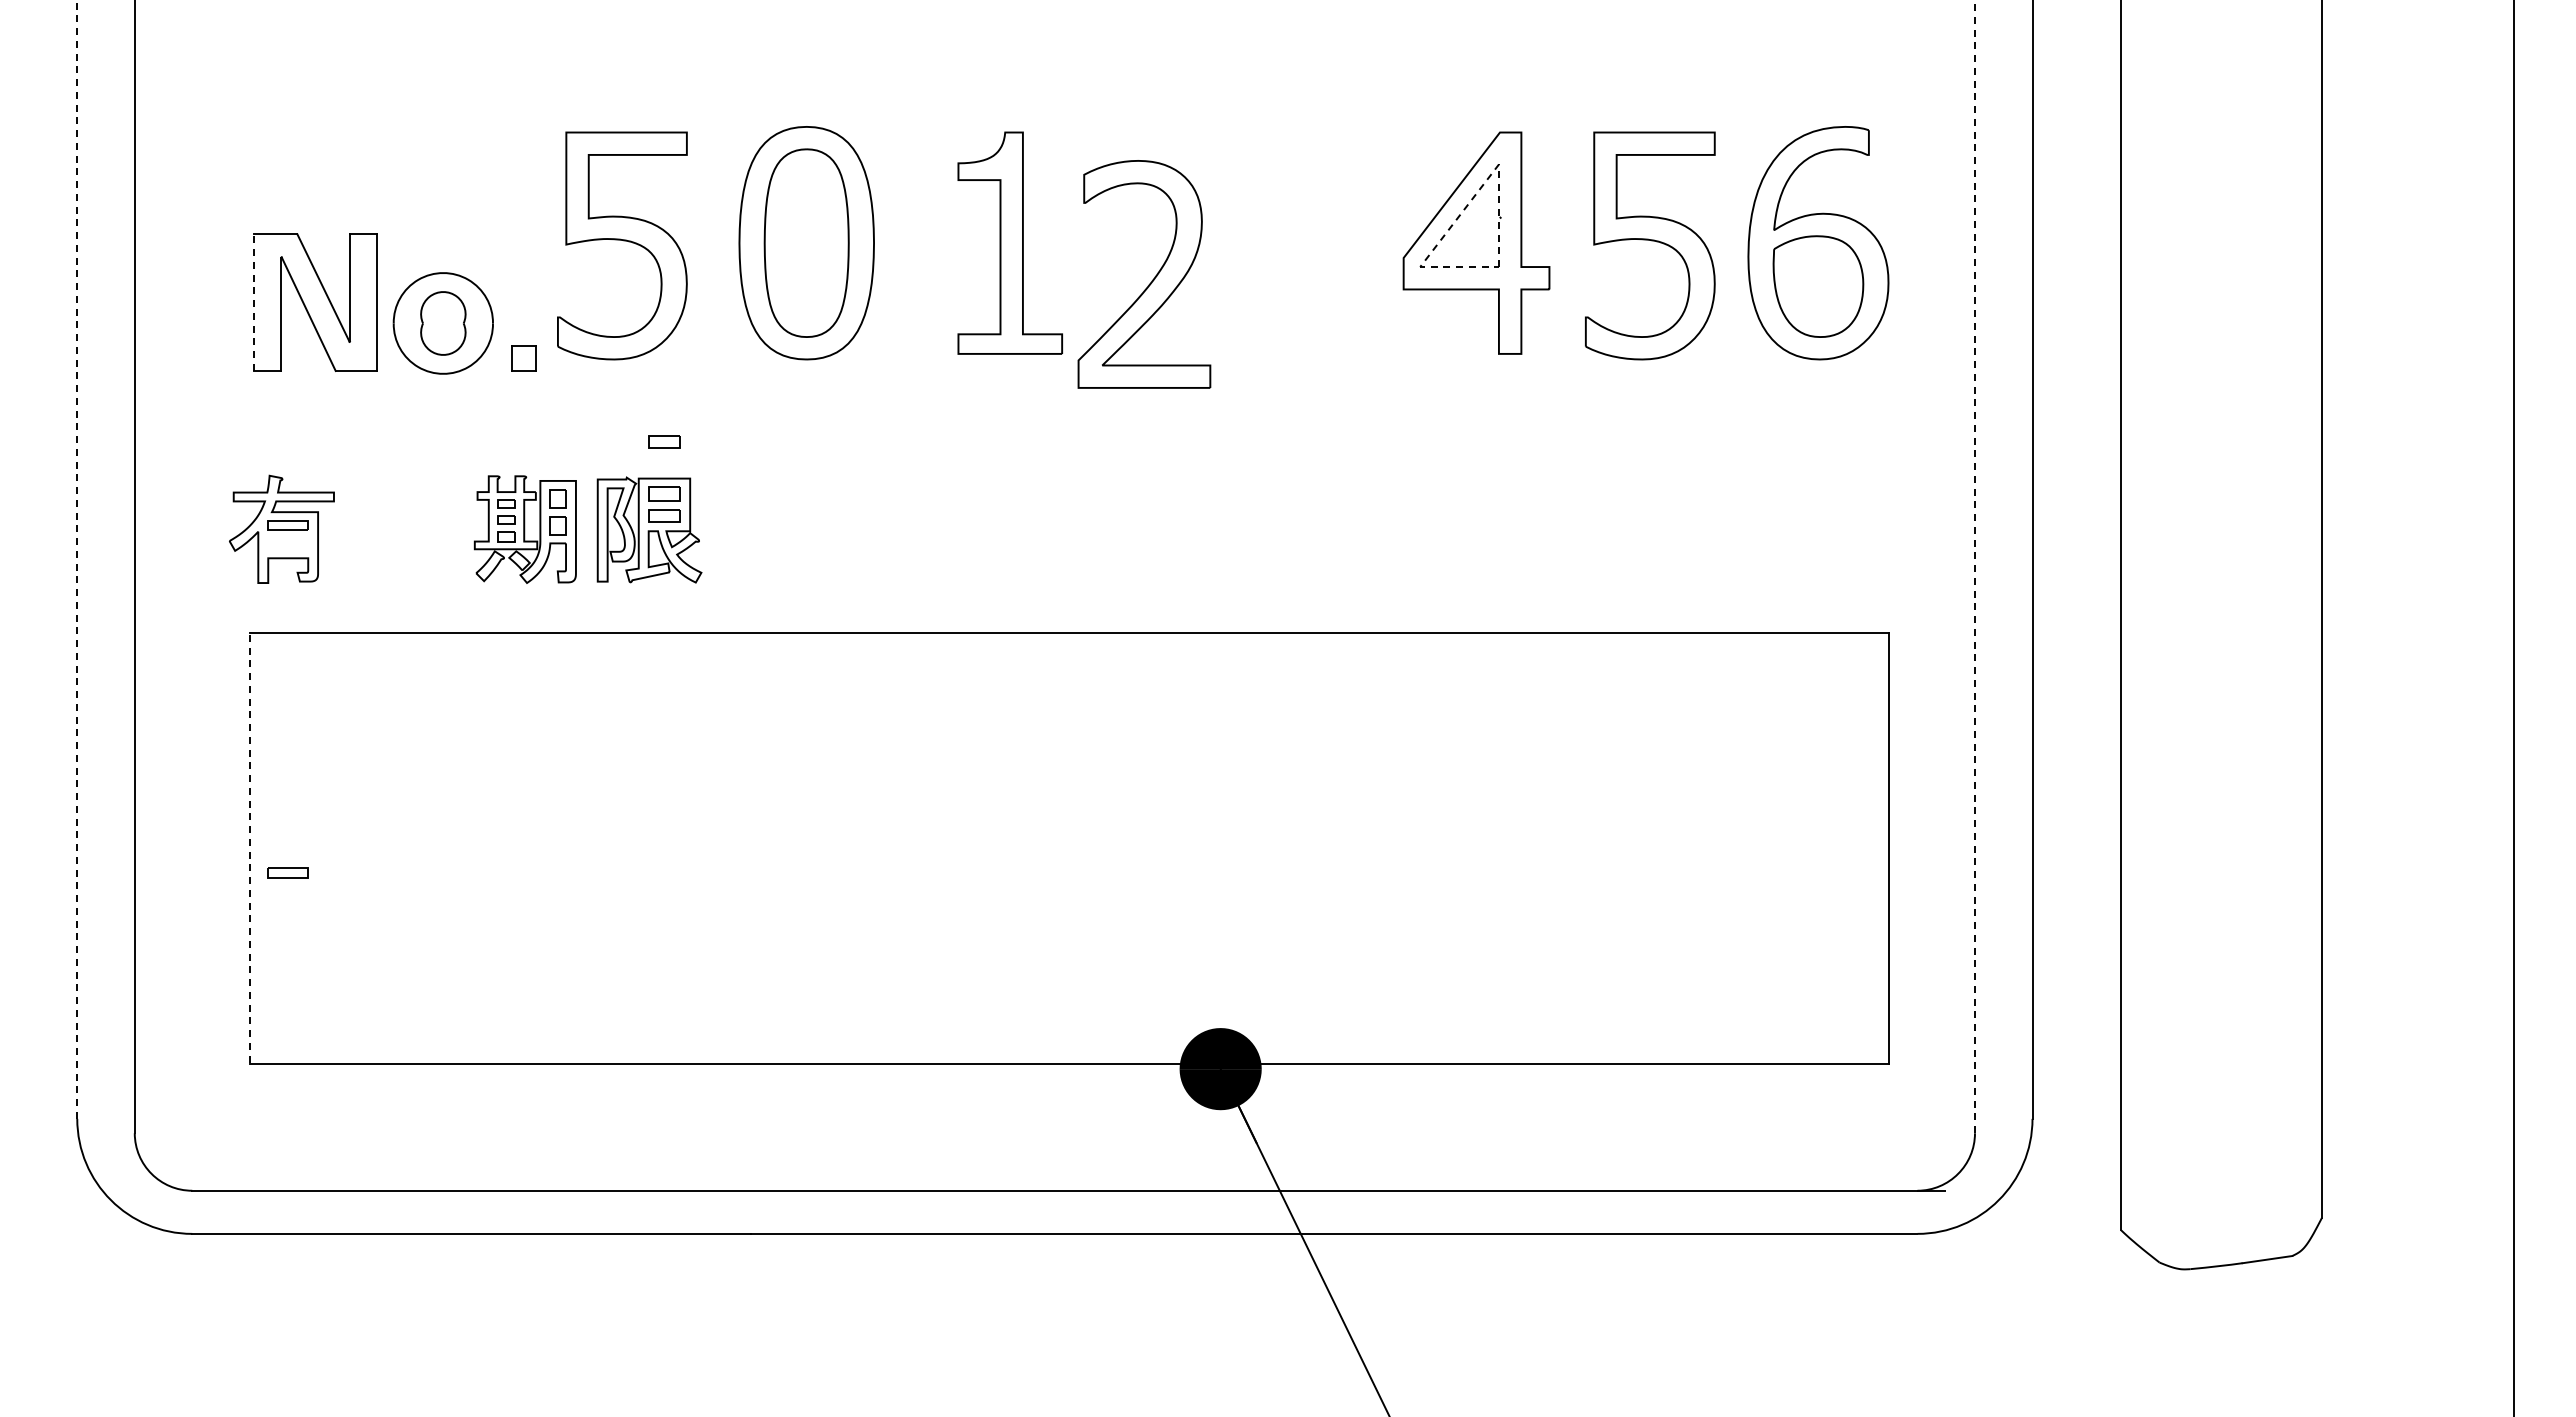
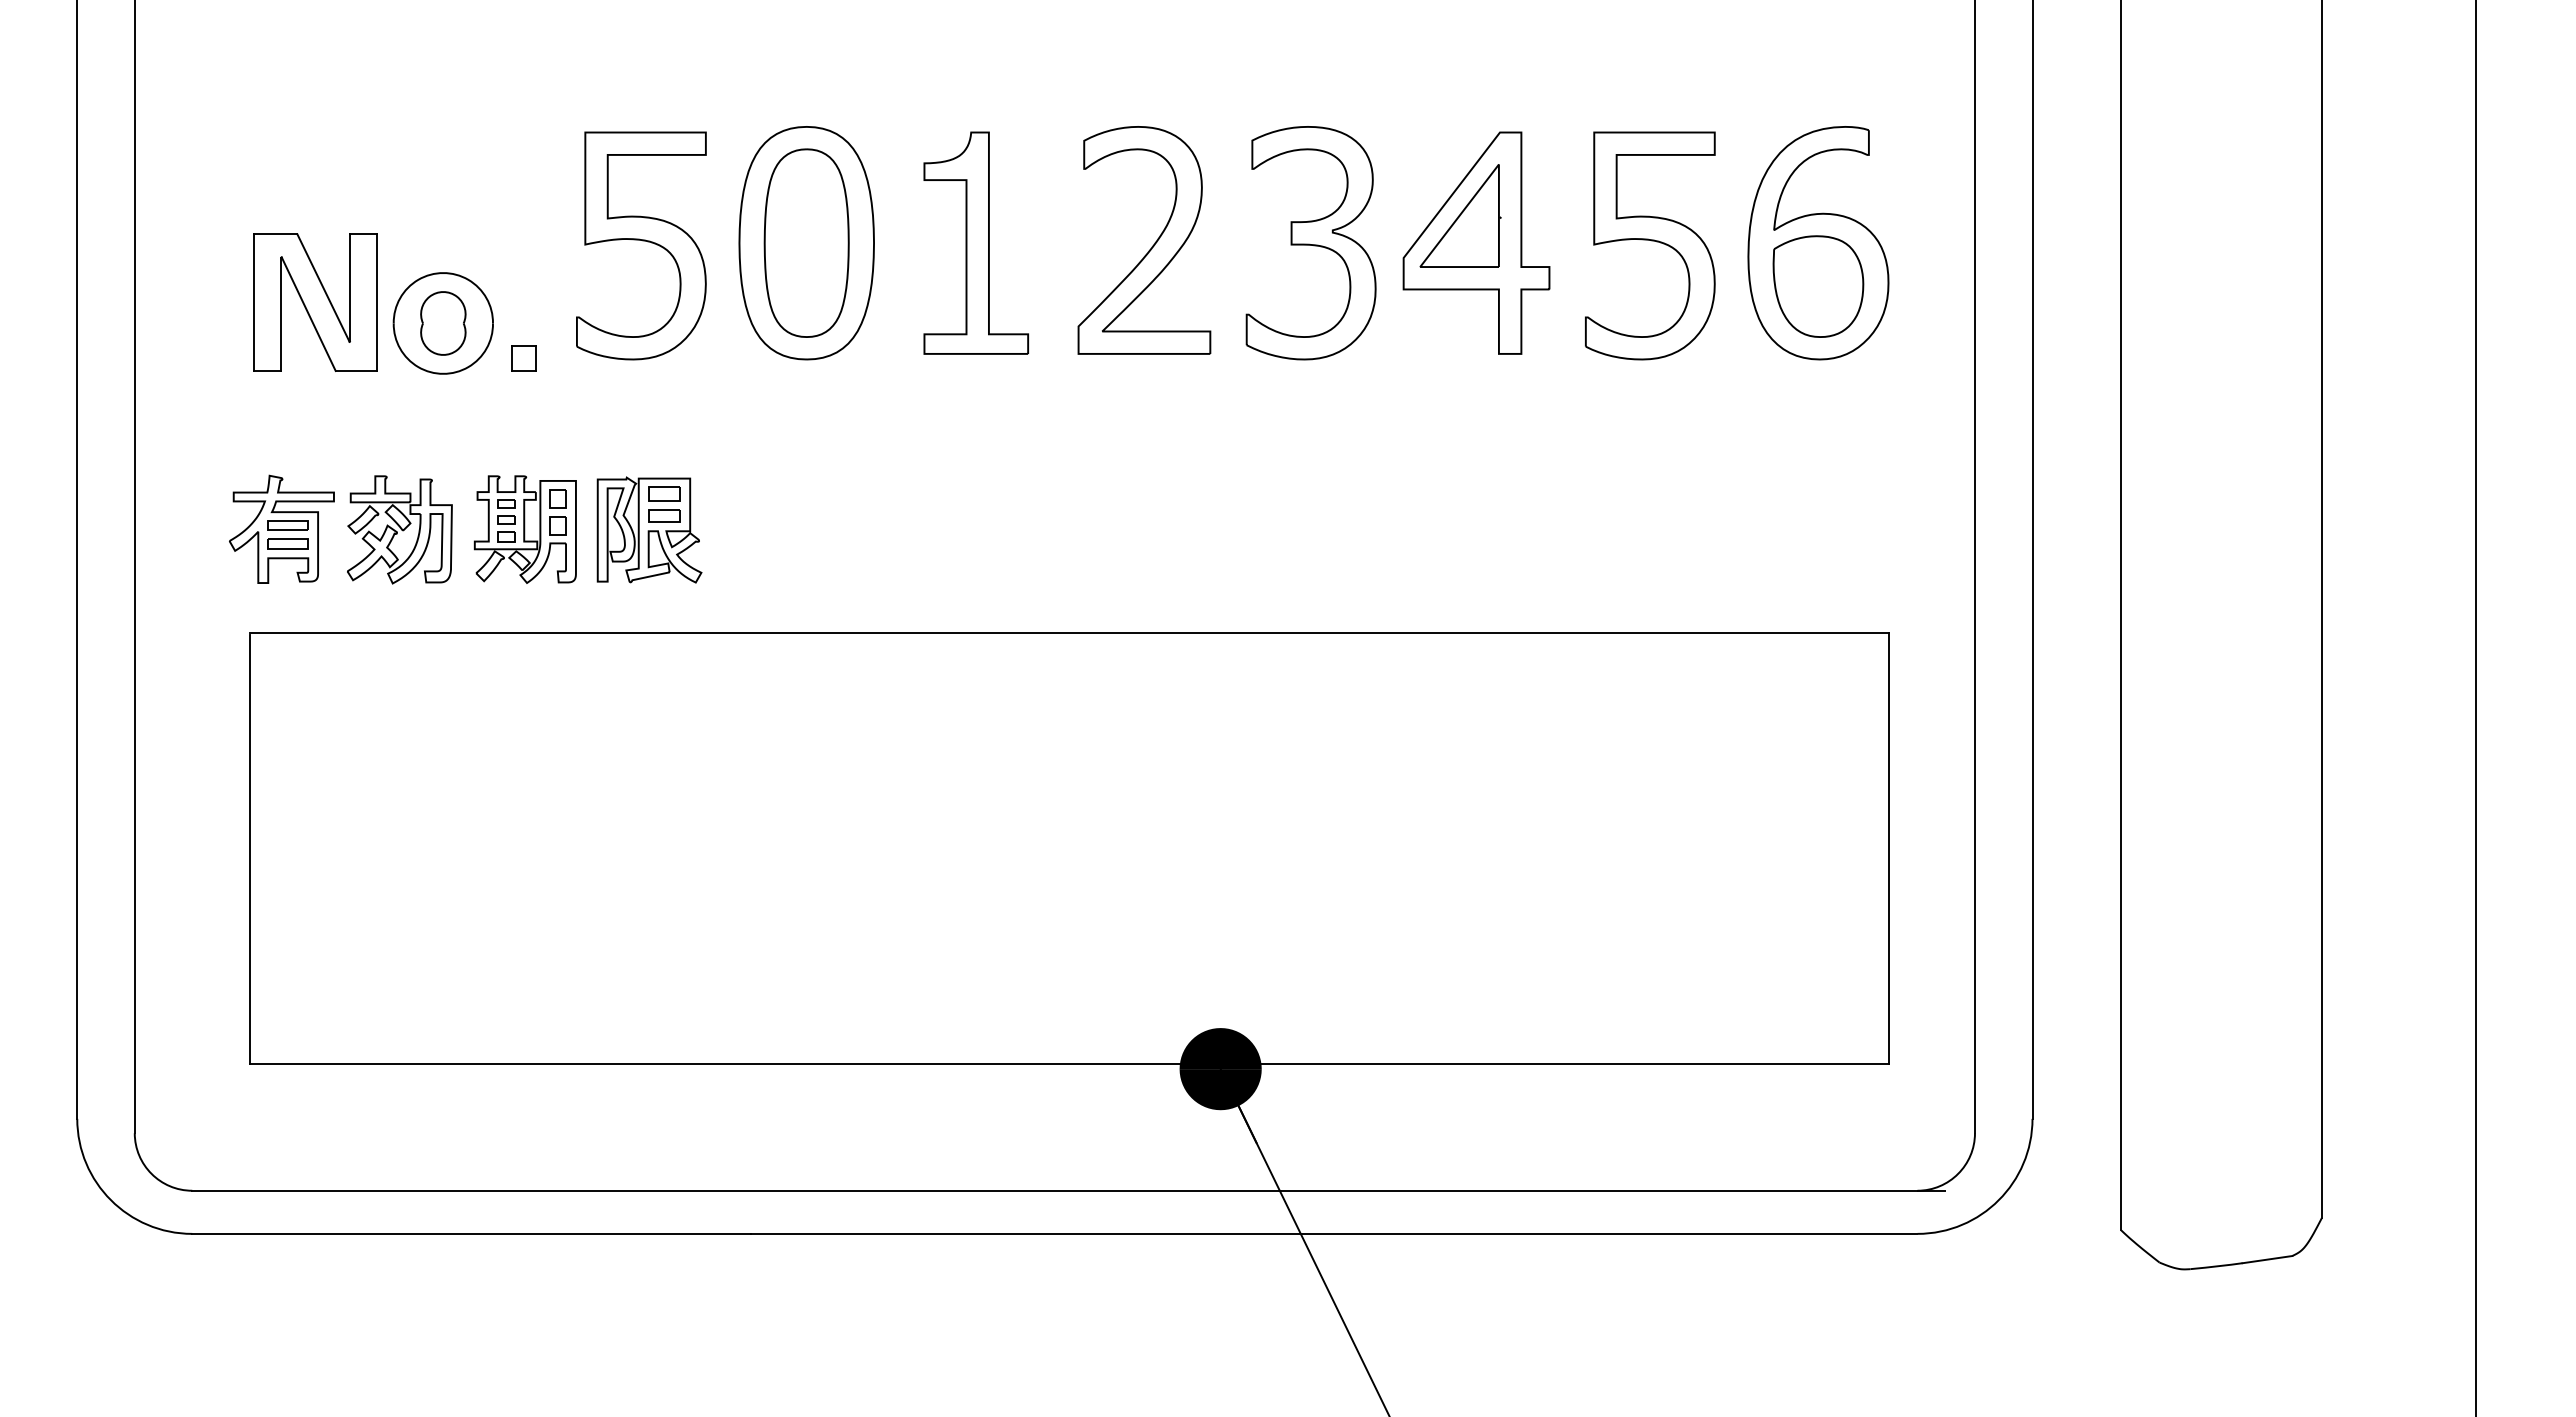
line at (1466, 206): dashed -> solid
part at (1009, 242) position: (1009, 242) -> (975, 242)
part at (1310, 243): none -> present
part at (622, 245) position: (622, 245) -> (641, 245)
part at (1151, 280) position: (1151, 280) -> (1151, 246)
line at (253, 302): dashed -> solid
part at (664, 441): present -> none
part at (399, 529): none -> present
line at (77, 558): dashed -> solid
line at (1974, 566): dashed -> solid
line at (2514, 707) position: (2514, 707) -> (2476, 707)
line at (249, 849): dashed -> solid
part at (287, 872) position: (287, 872) -> (287, 543)
